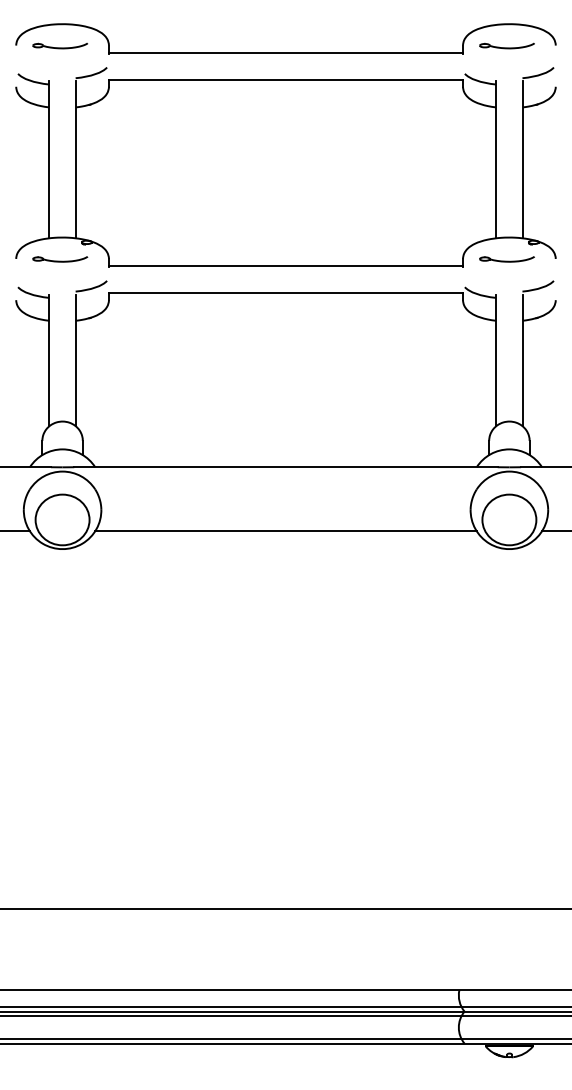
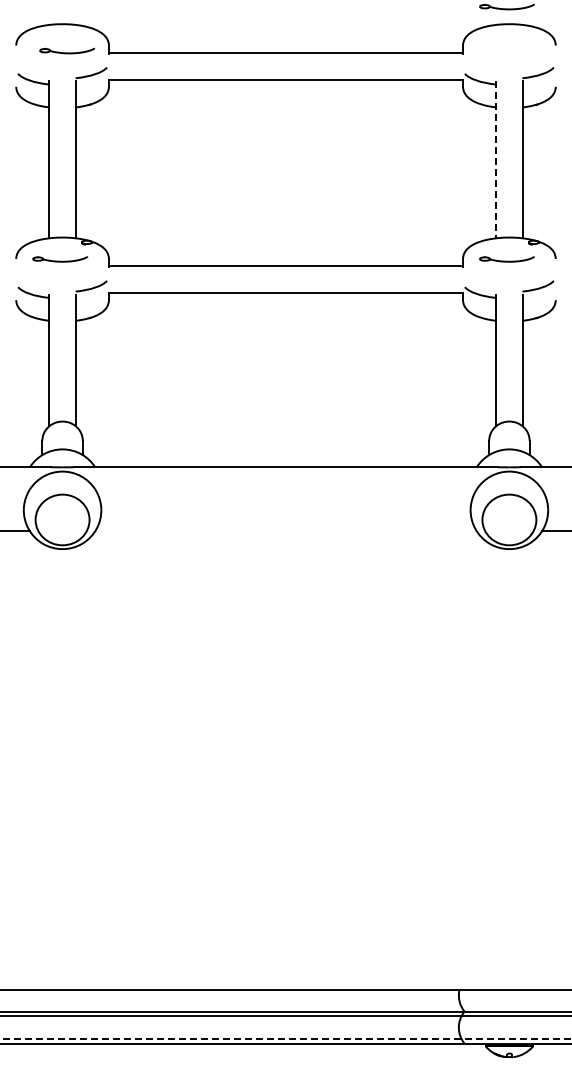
part at (60, 45) position: (60, 45) -> (67, 50)
part at (506, 45) position: (506, 45) -> (506, 6)
line at (495, 160): solid -> dashed
line at (285, 531): present -> none
line at (285, 908): present -> none
line at (285, 1007): present -> none
line at (286, 1039): solid -> dashed
